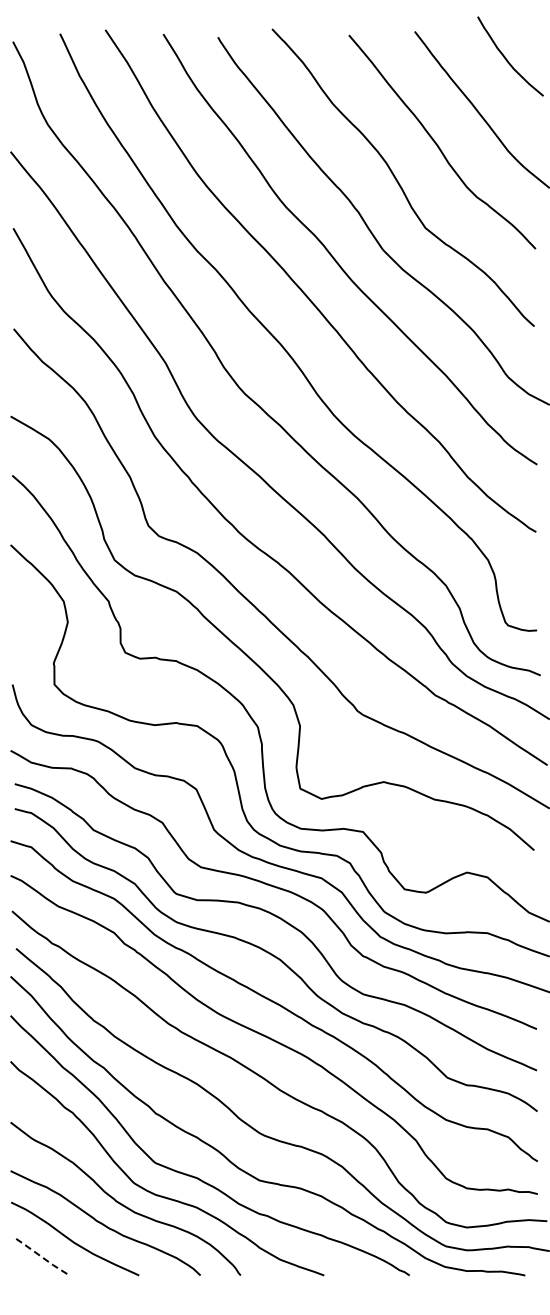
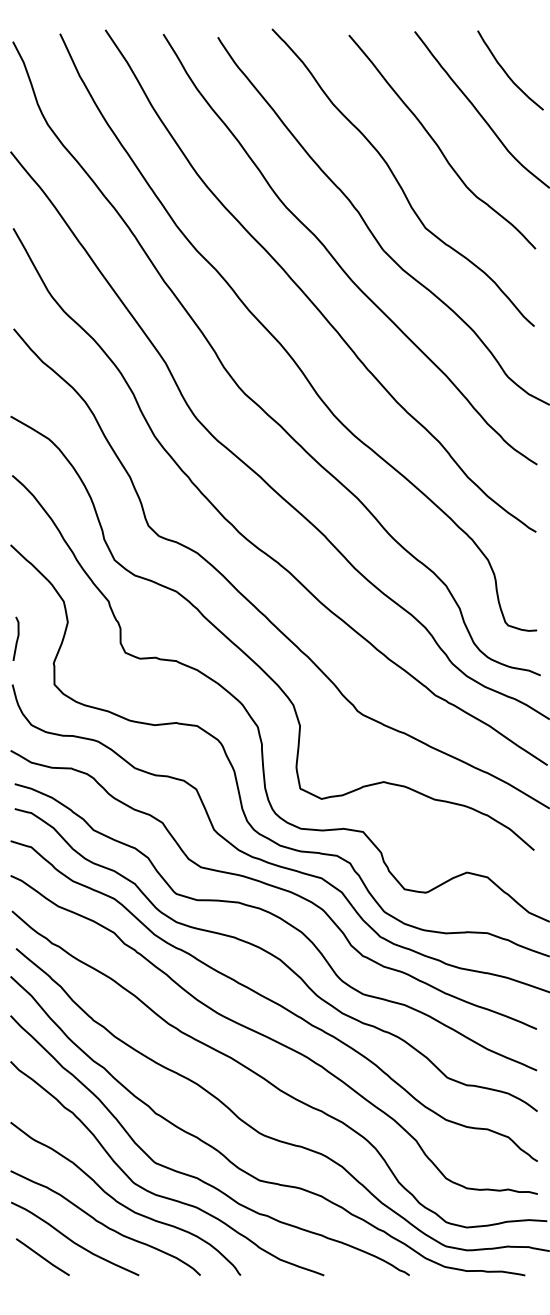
curve at (507, 59) position: (507, 59) -> (507, 73)
line at (16, 638): none -> present
line at (42, 1257): dashed -> solid
